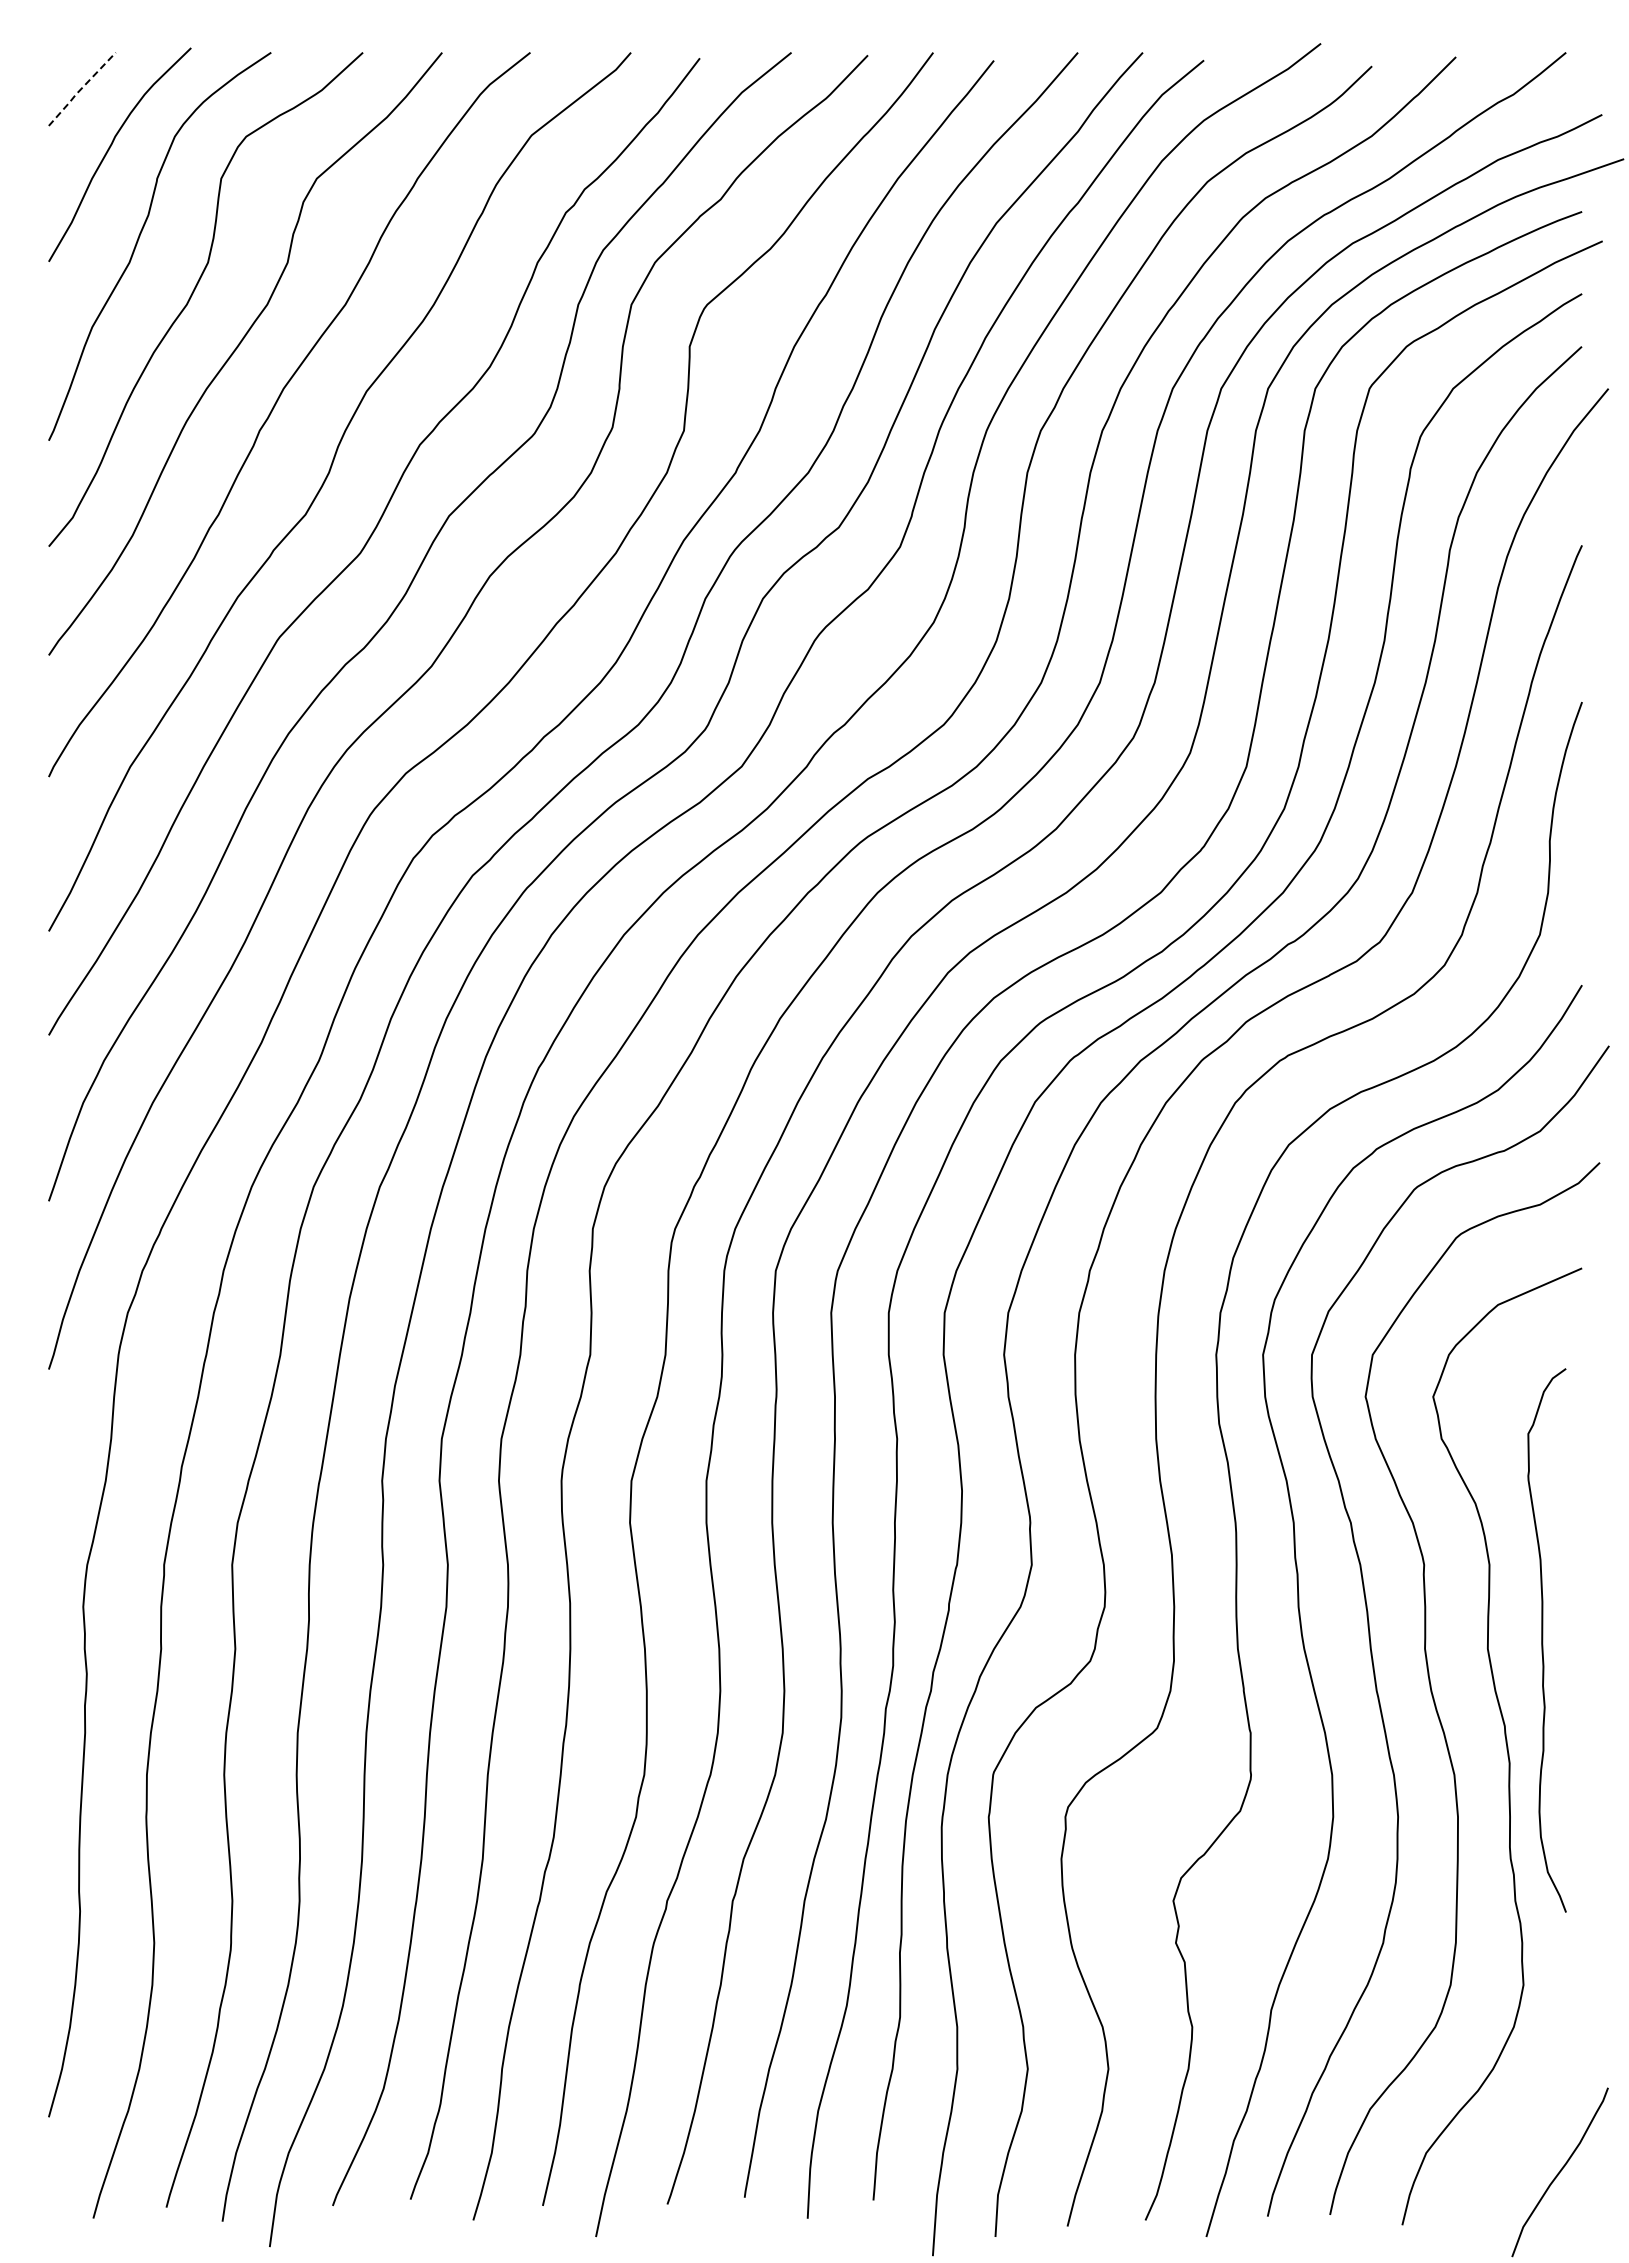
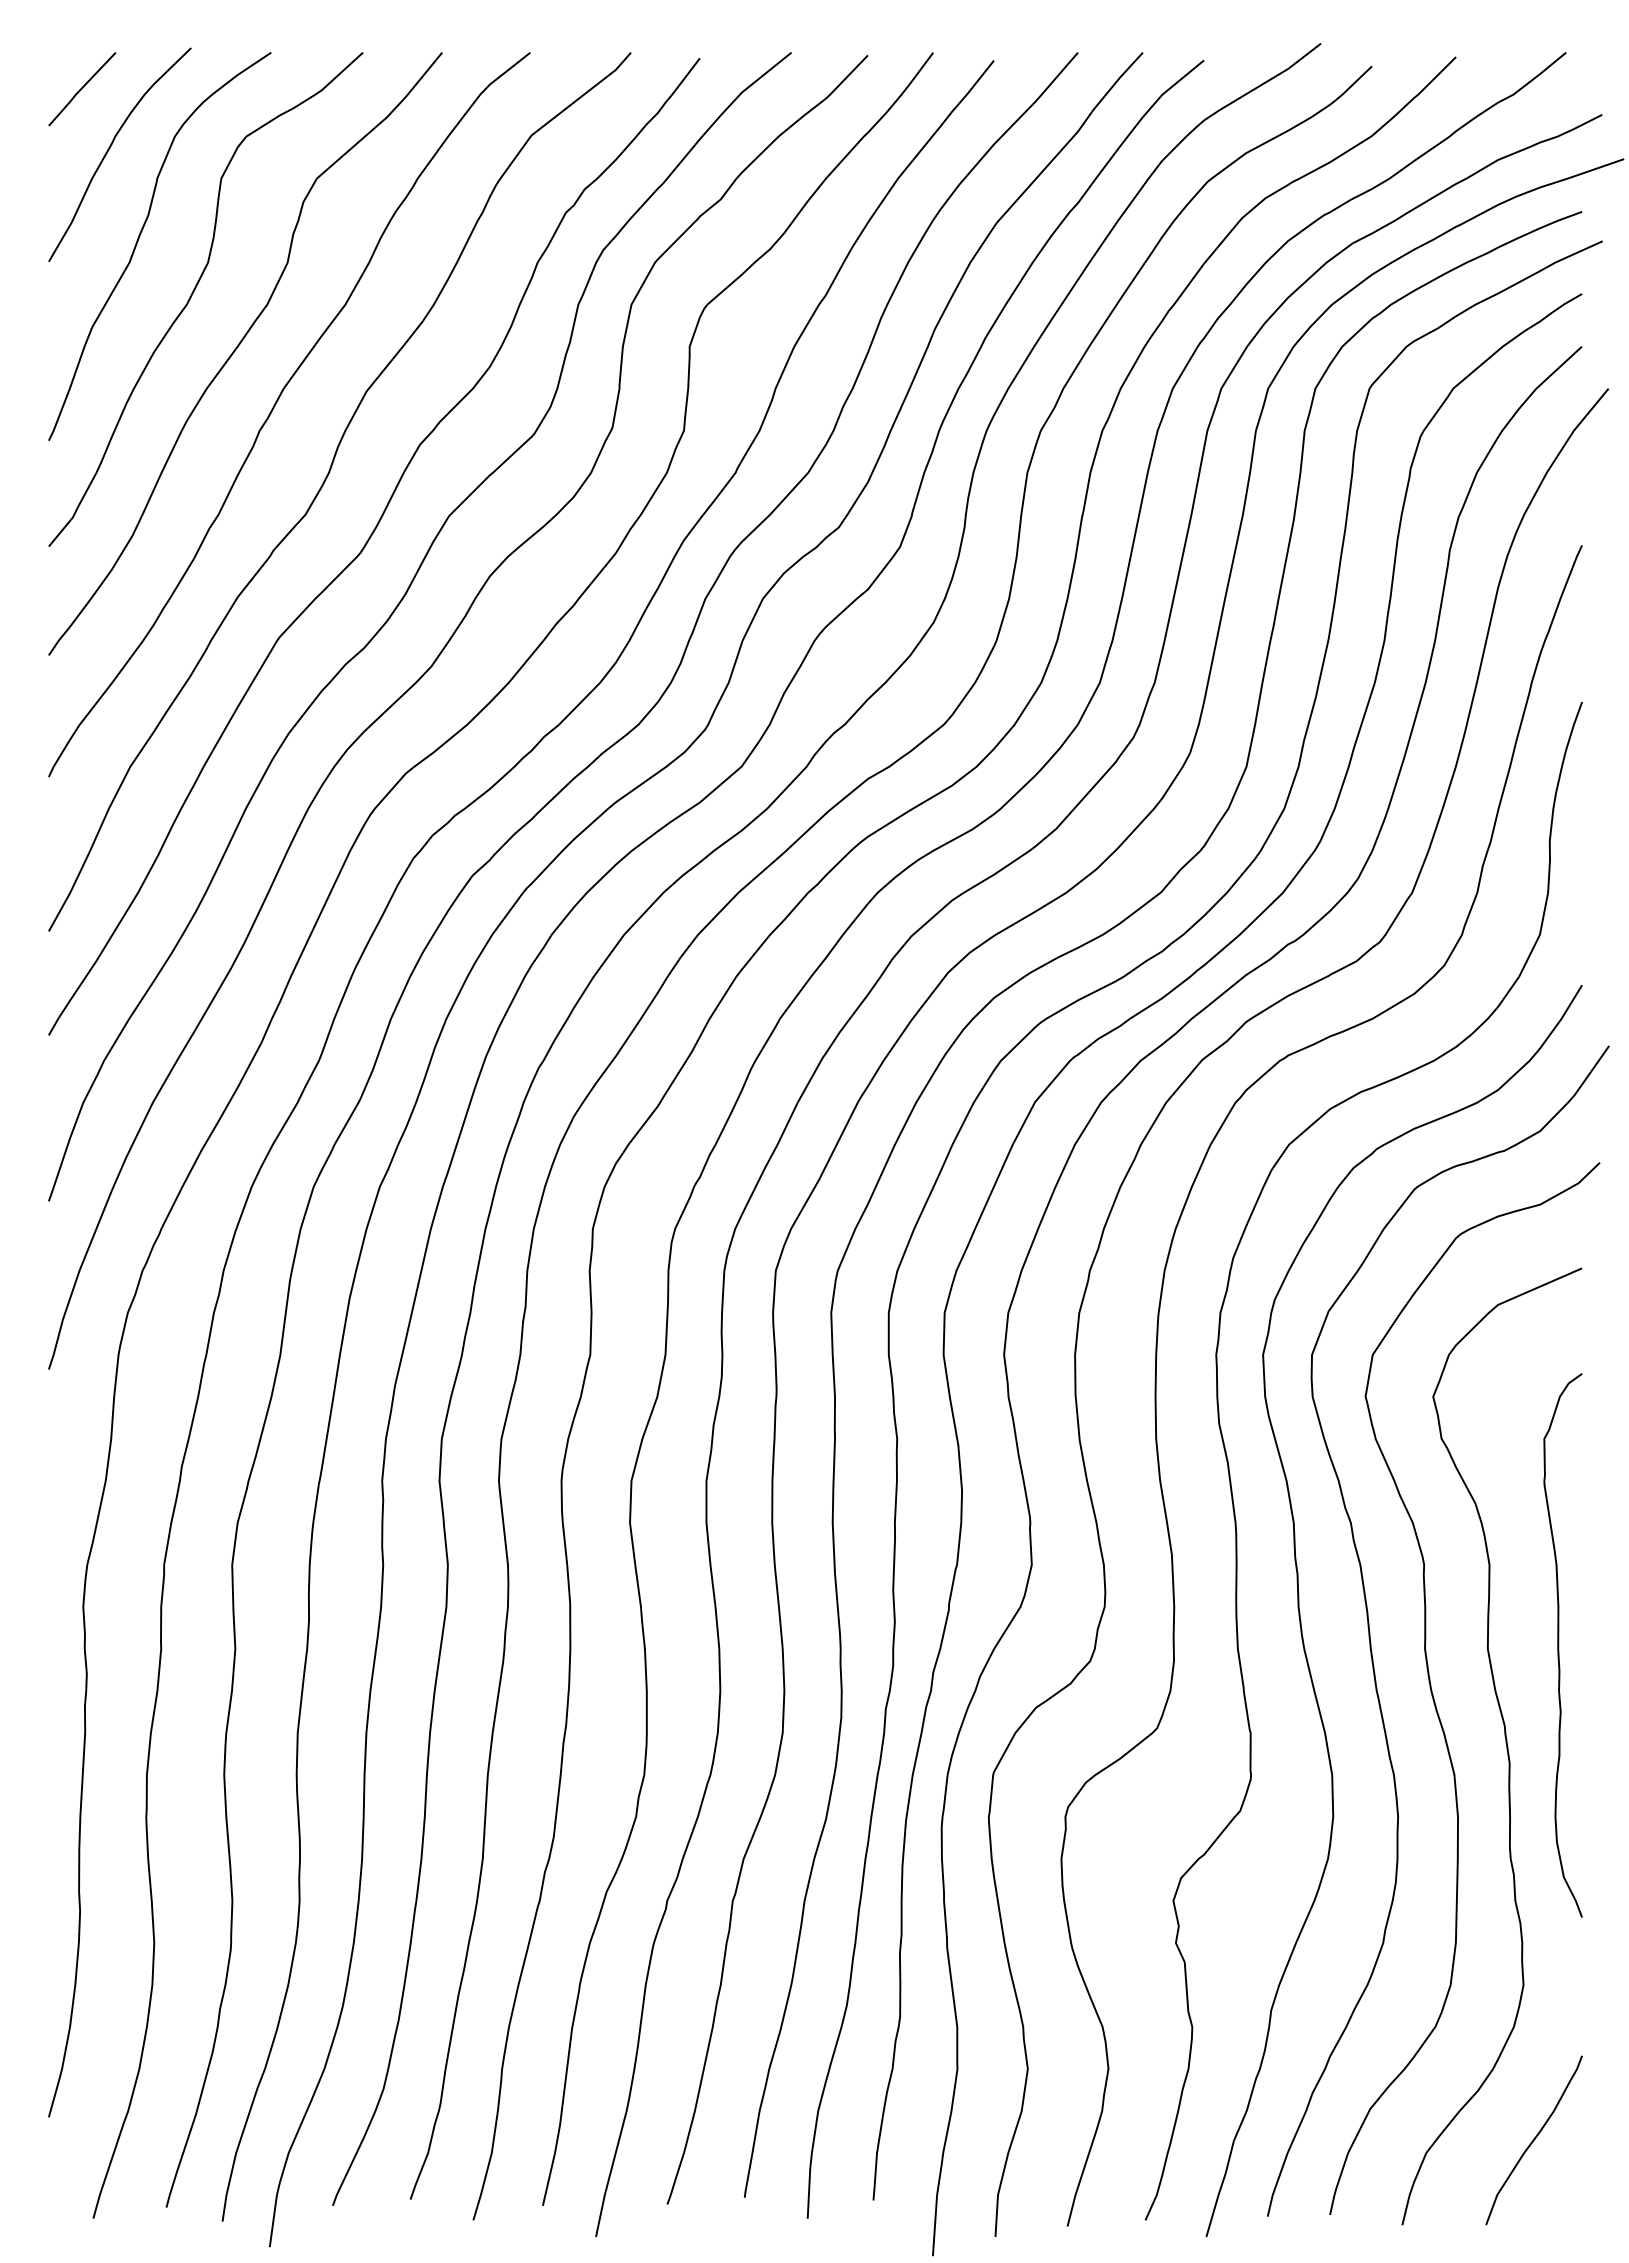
line at (80, 89): dashed -> solid
curve at (1543, 1640) position: (1543, 1640) -> (1559, 1645)
curve at (1559, 2172) position: (1559, 2172) -> (1533, 2140)
